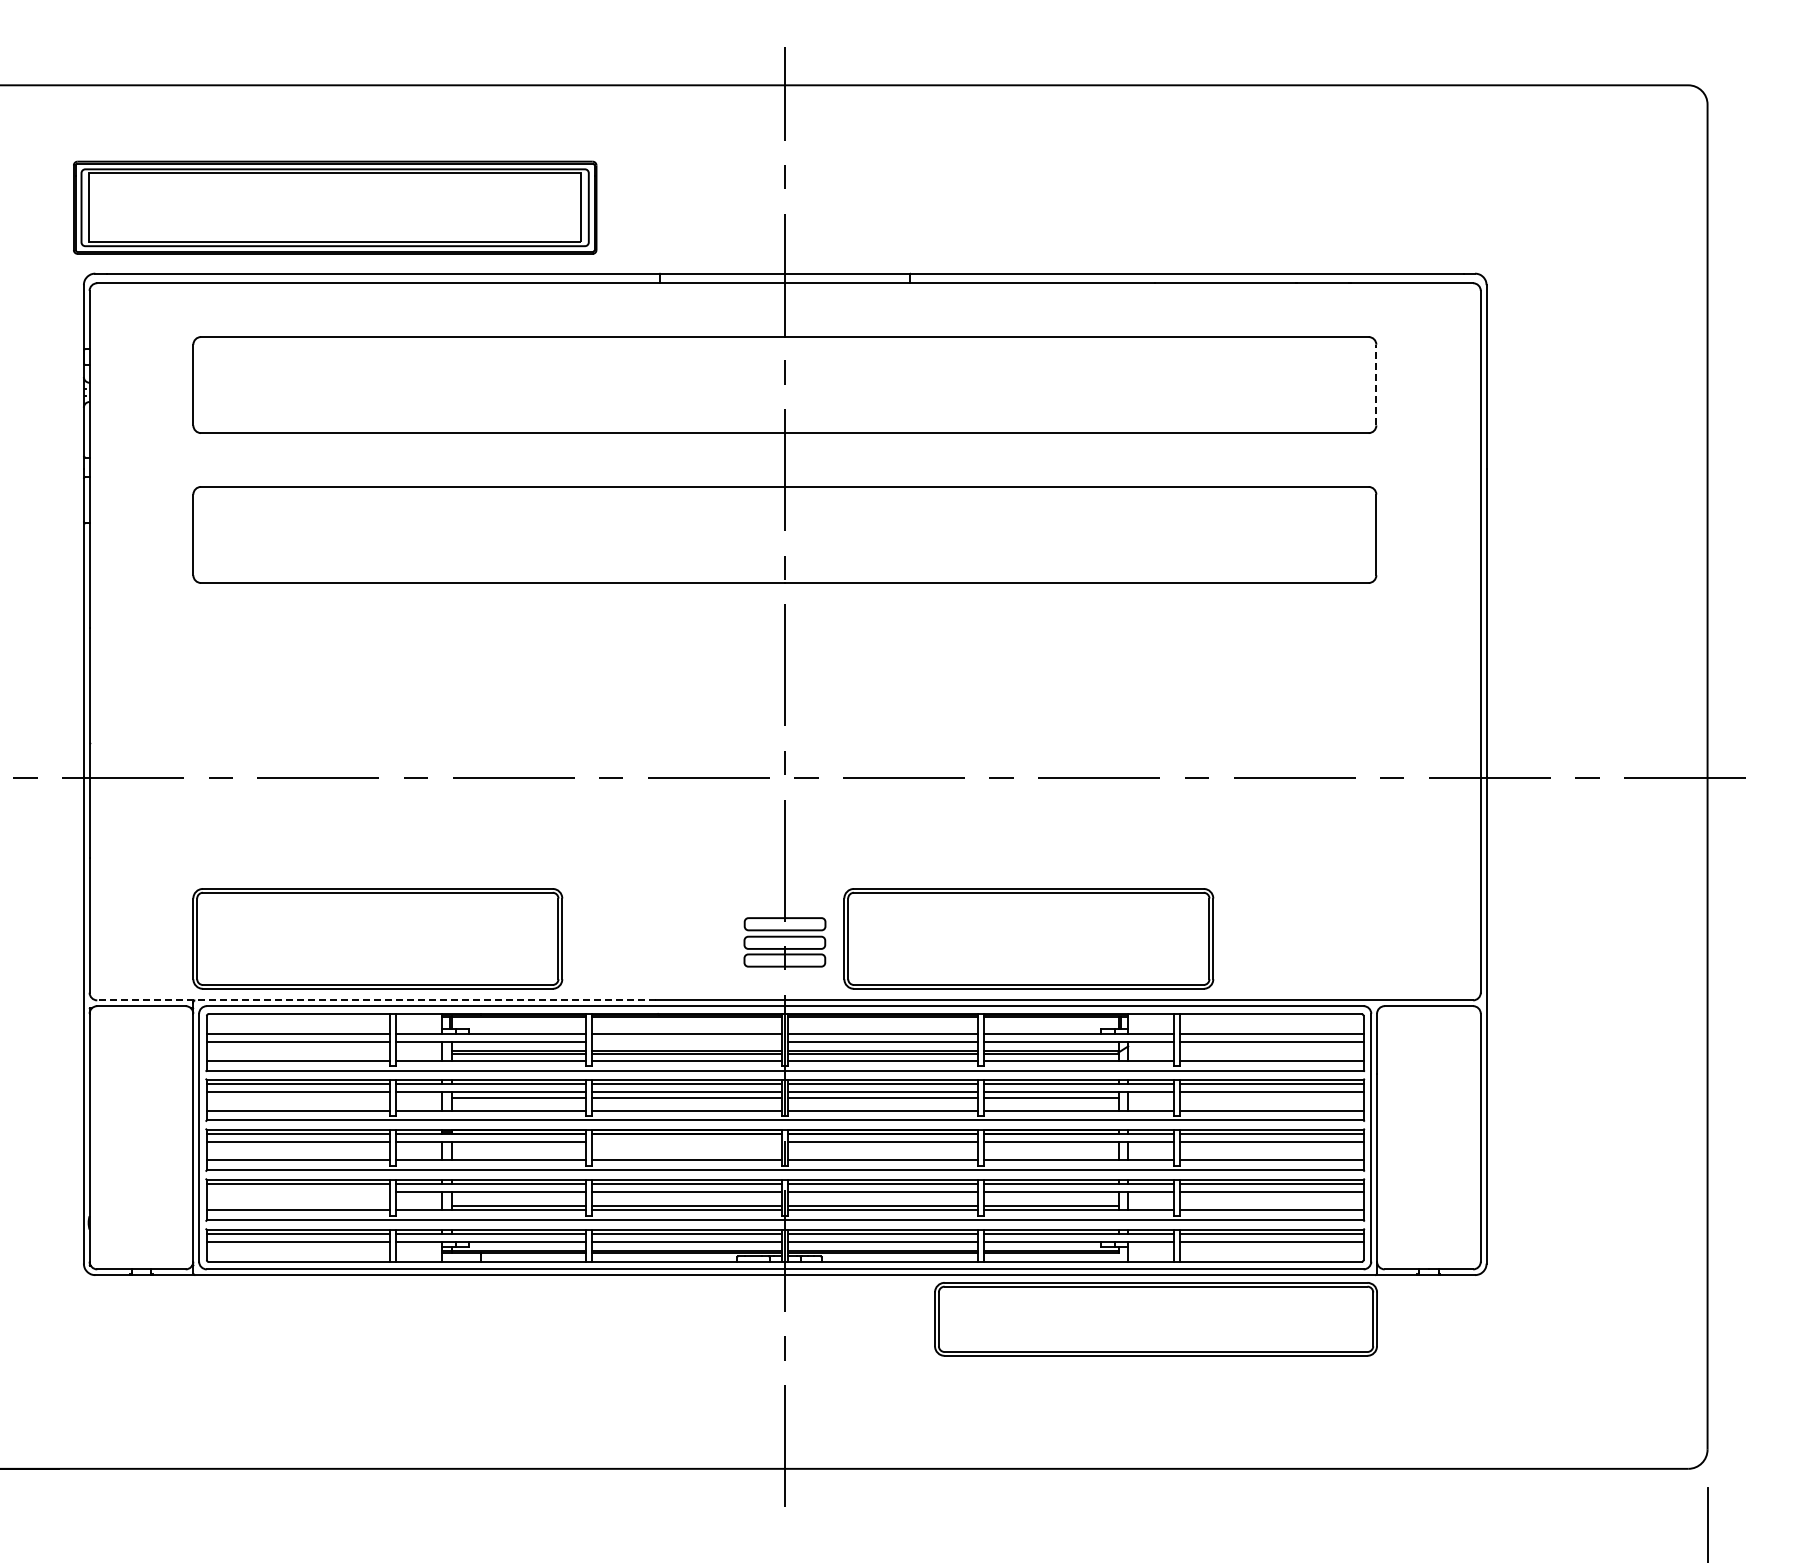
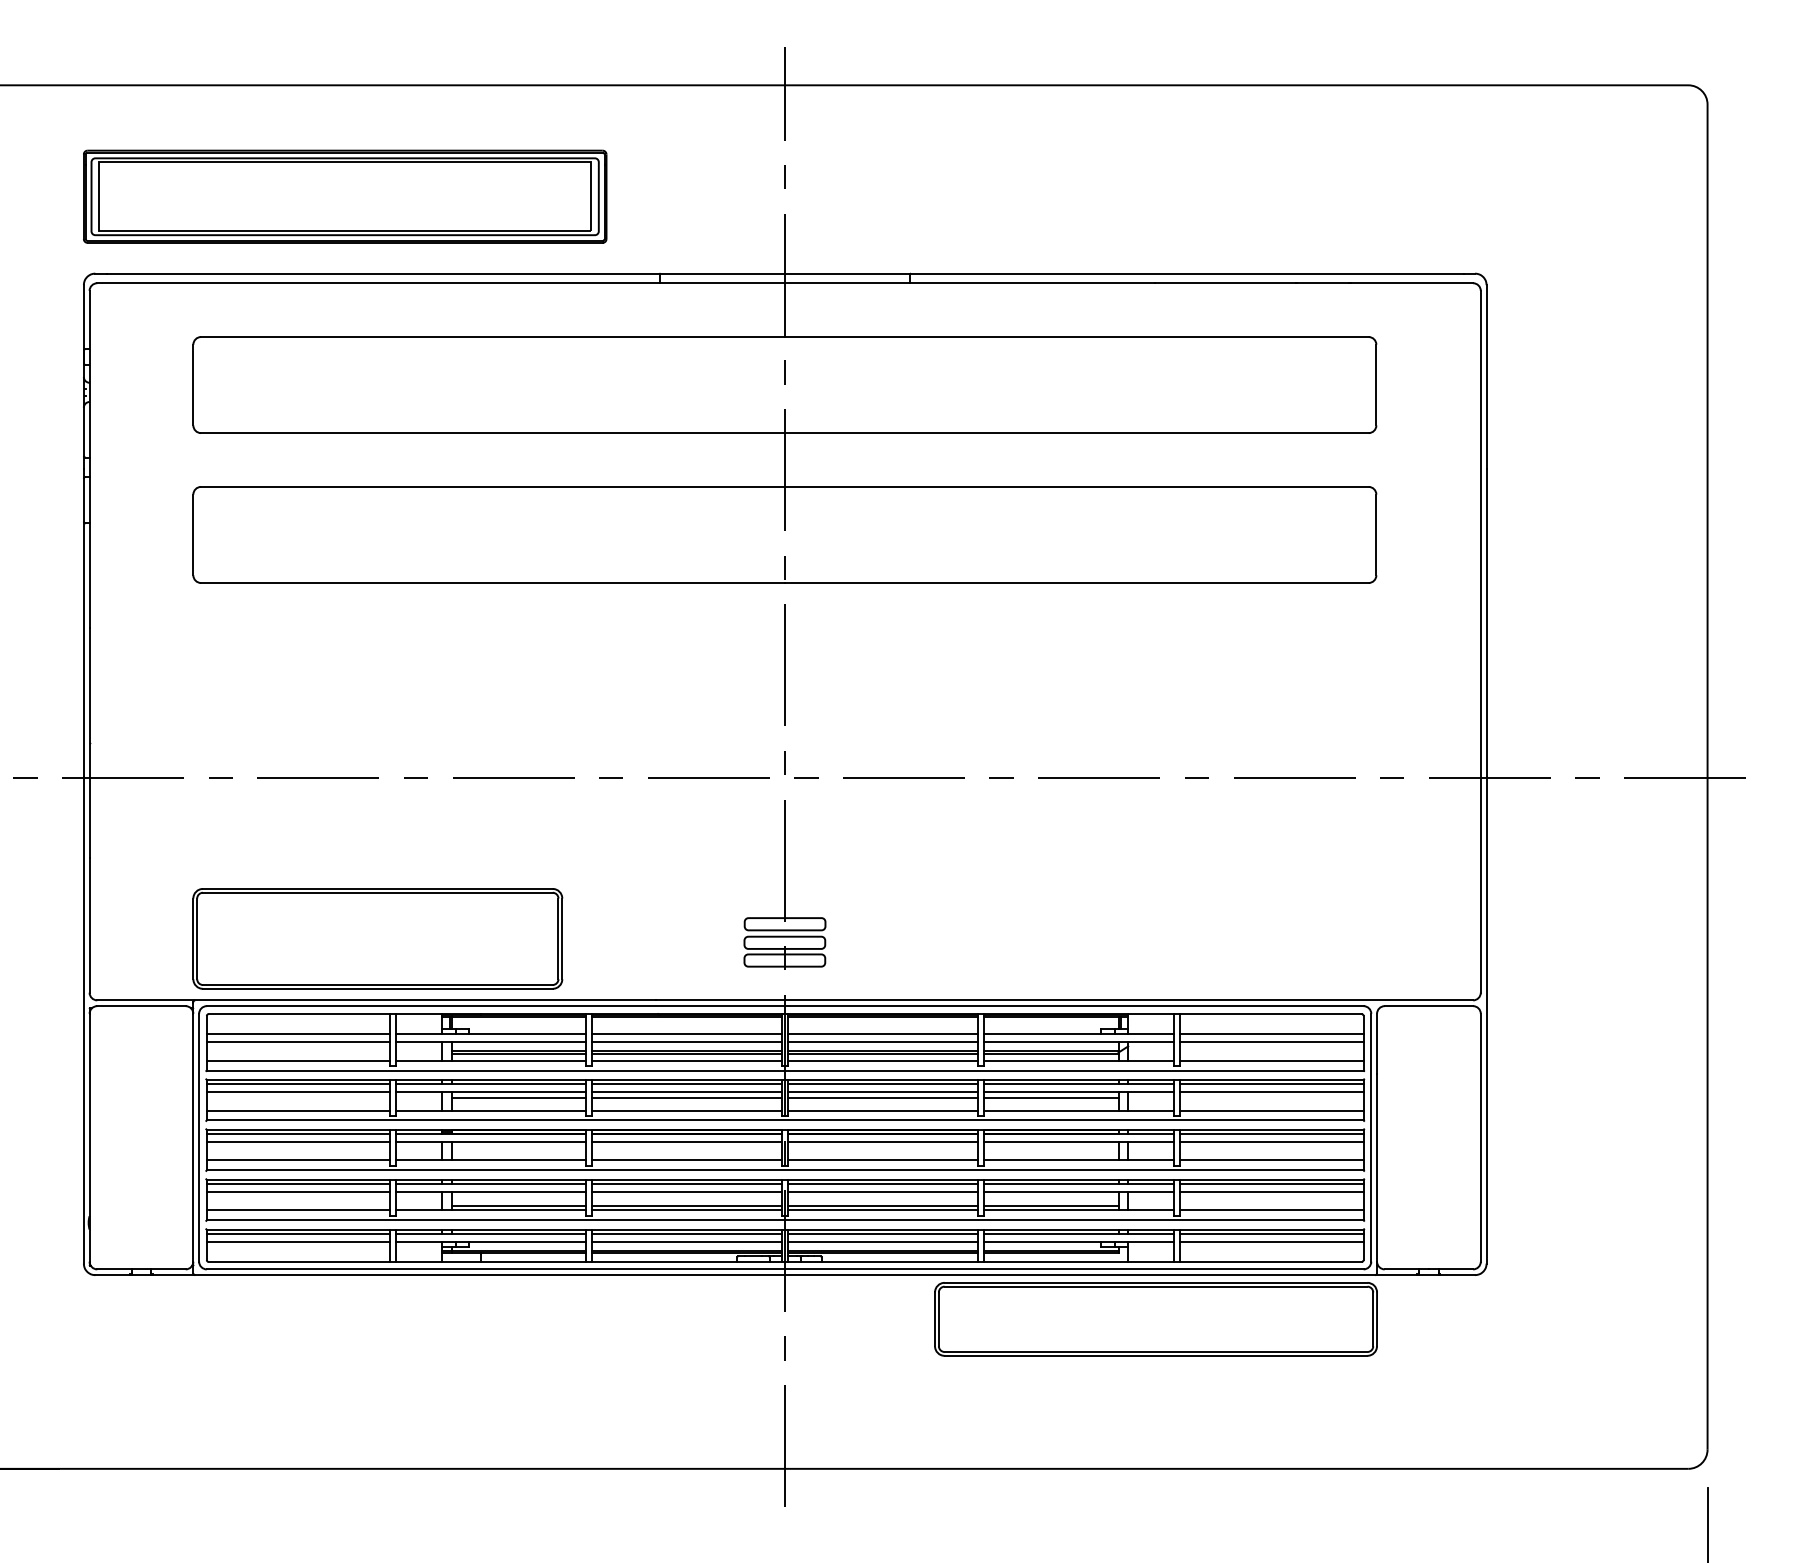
part at (335, 207) position: (335, 207) -> (345, 196)
line at (1376, 384): dashed -> solid
part at (1028, 938): present -> none
line at (376, 1000): dashed -> solid
line at (687, 1041): none -> present
line at (687, 1141): none -> present
line at (298, 1191): none -> present
